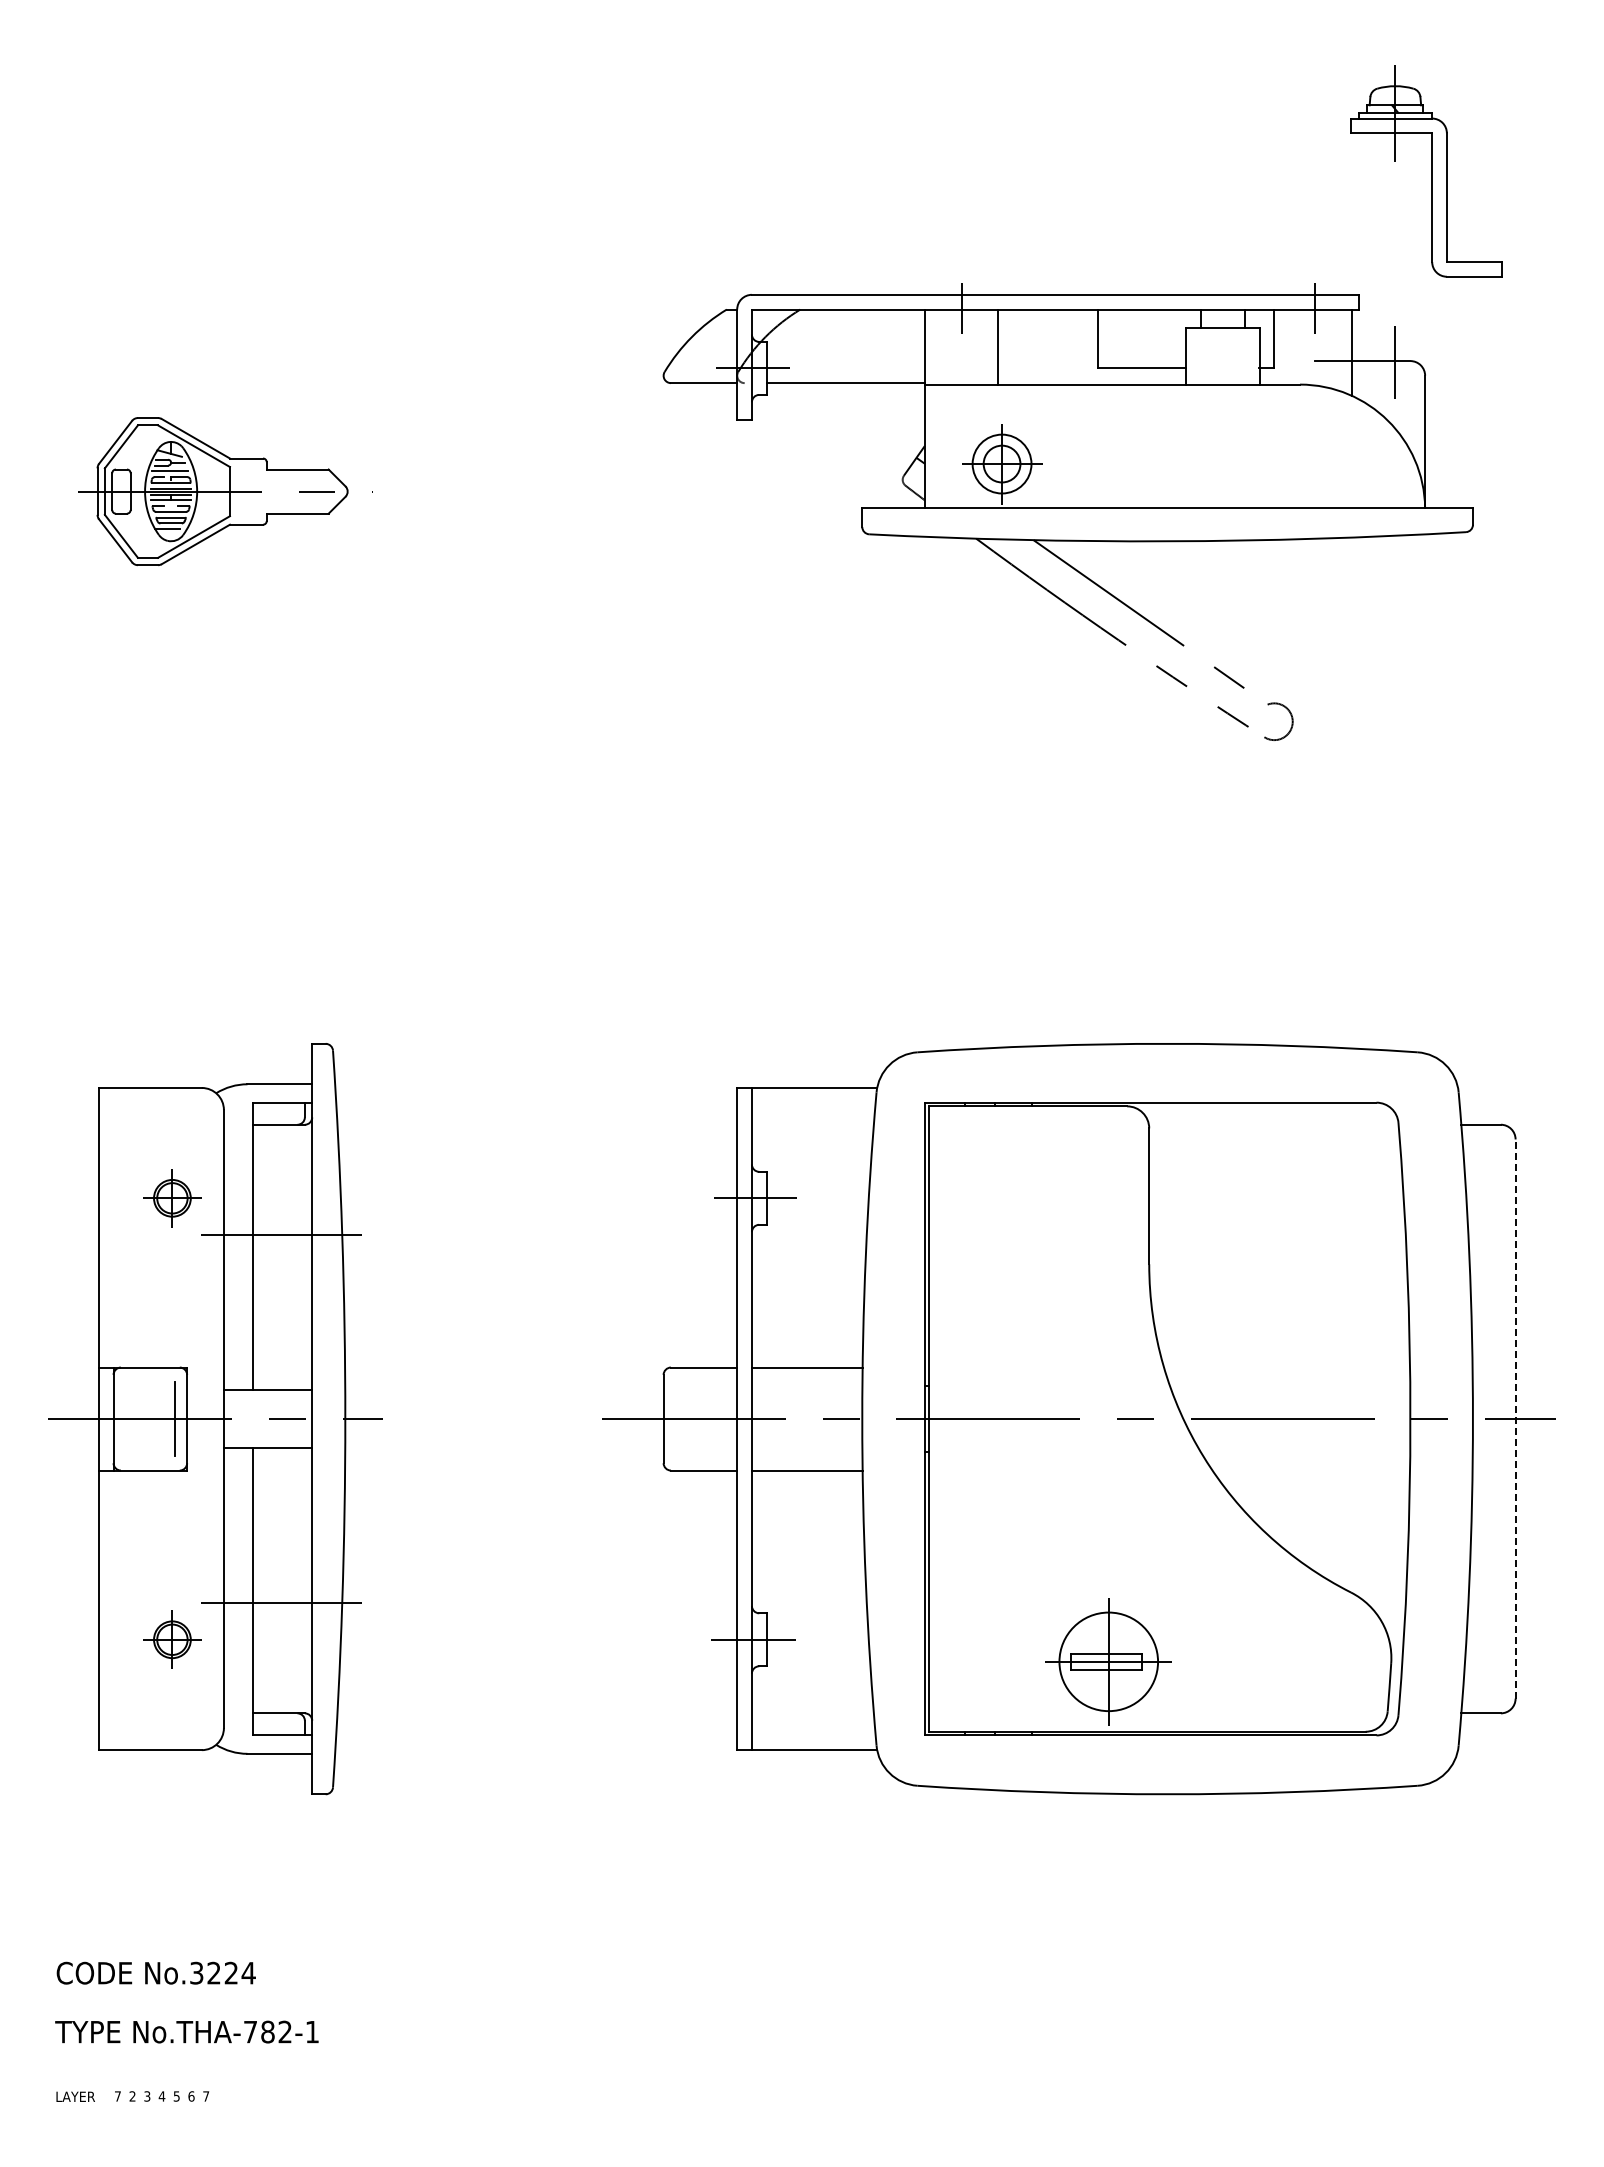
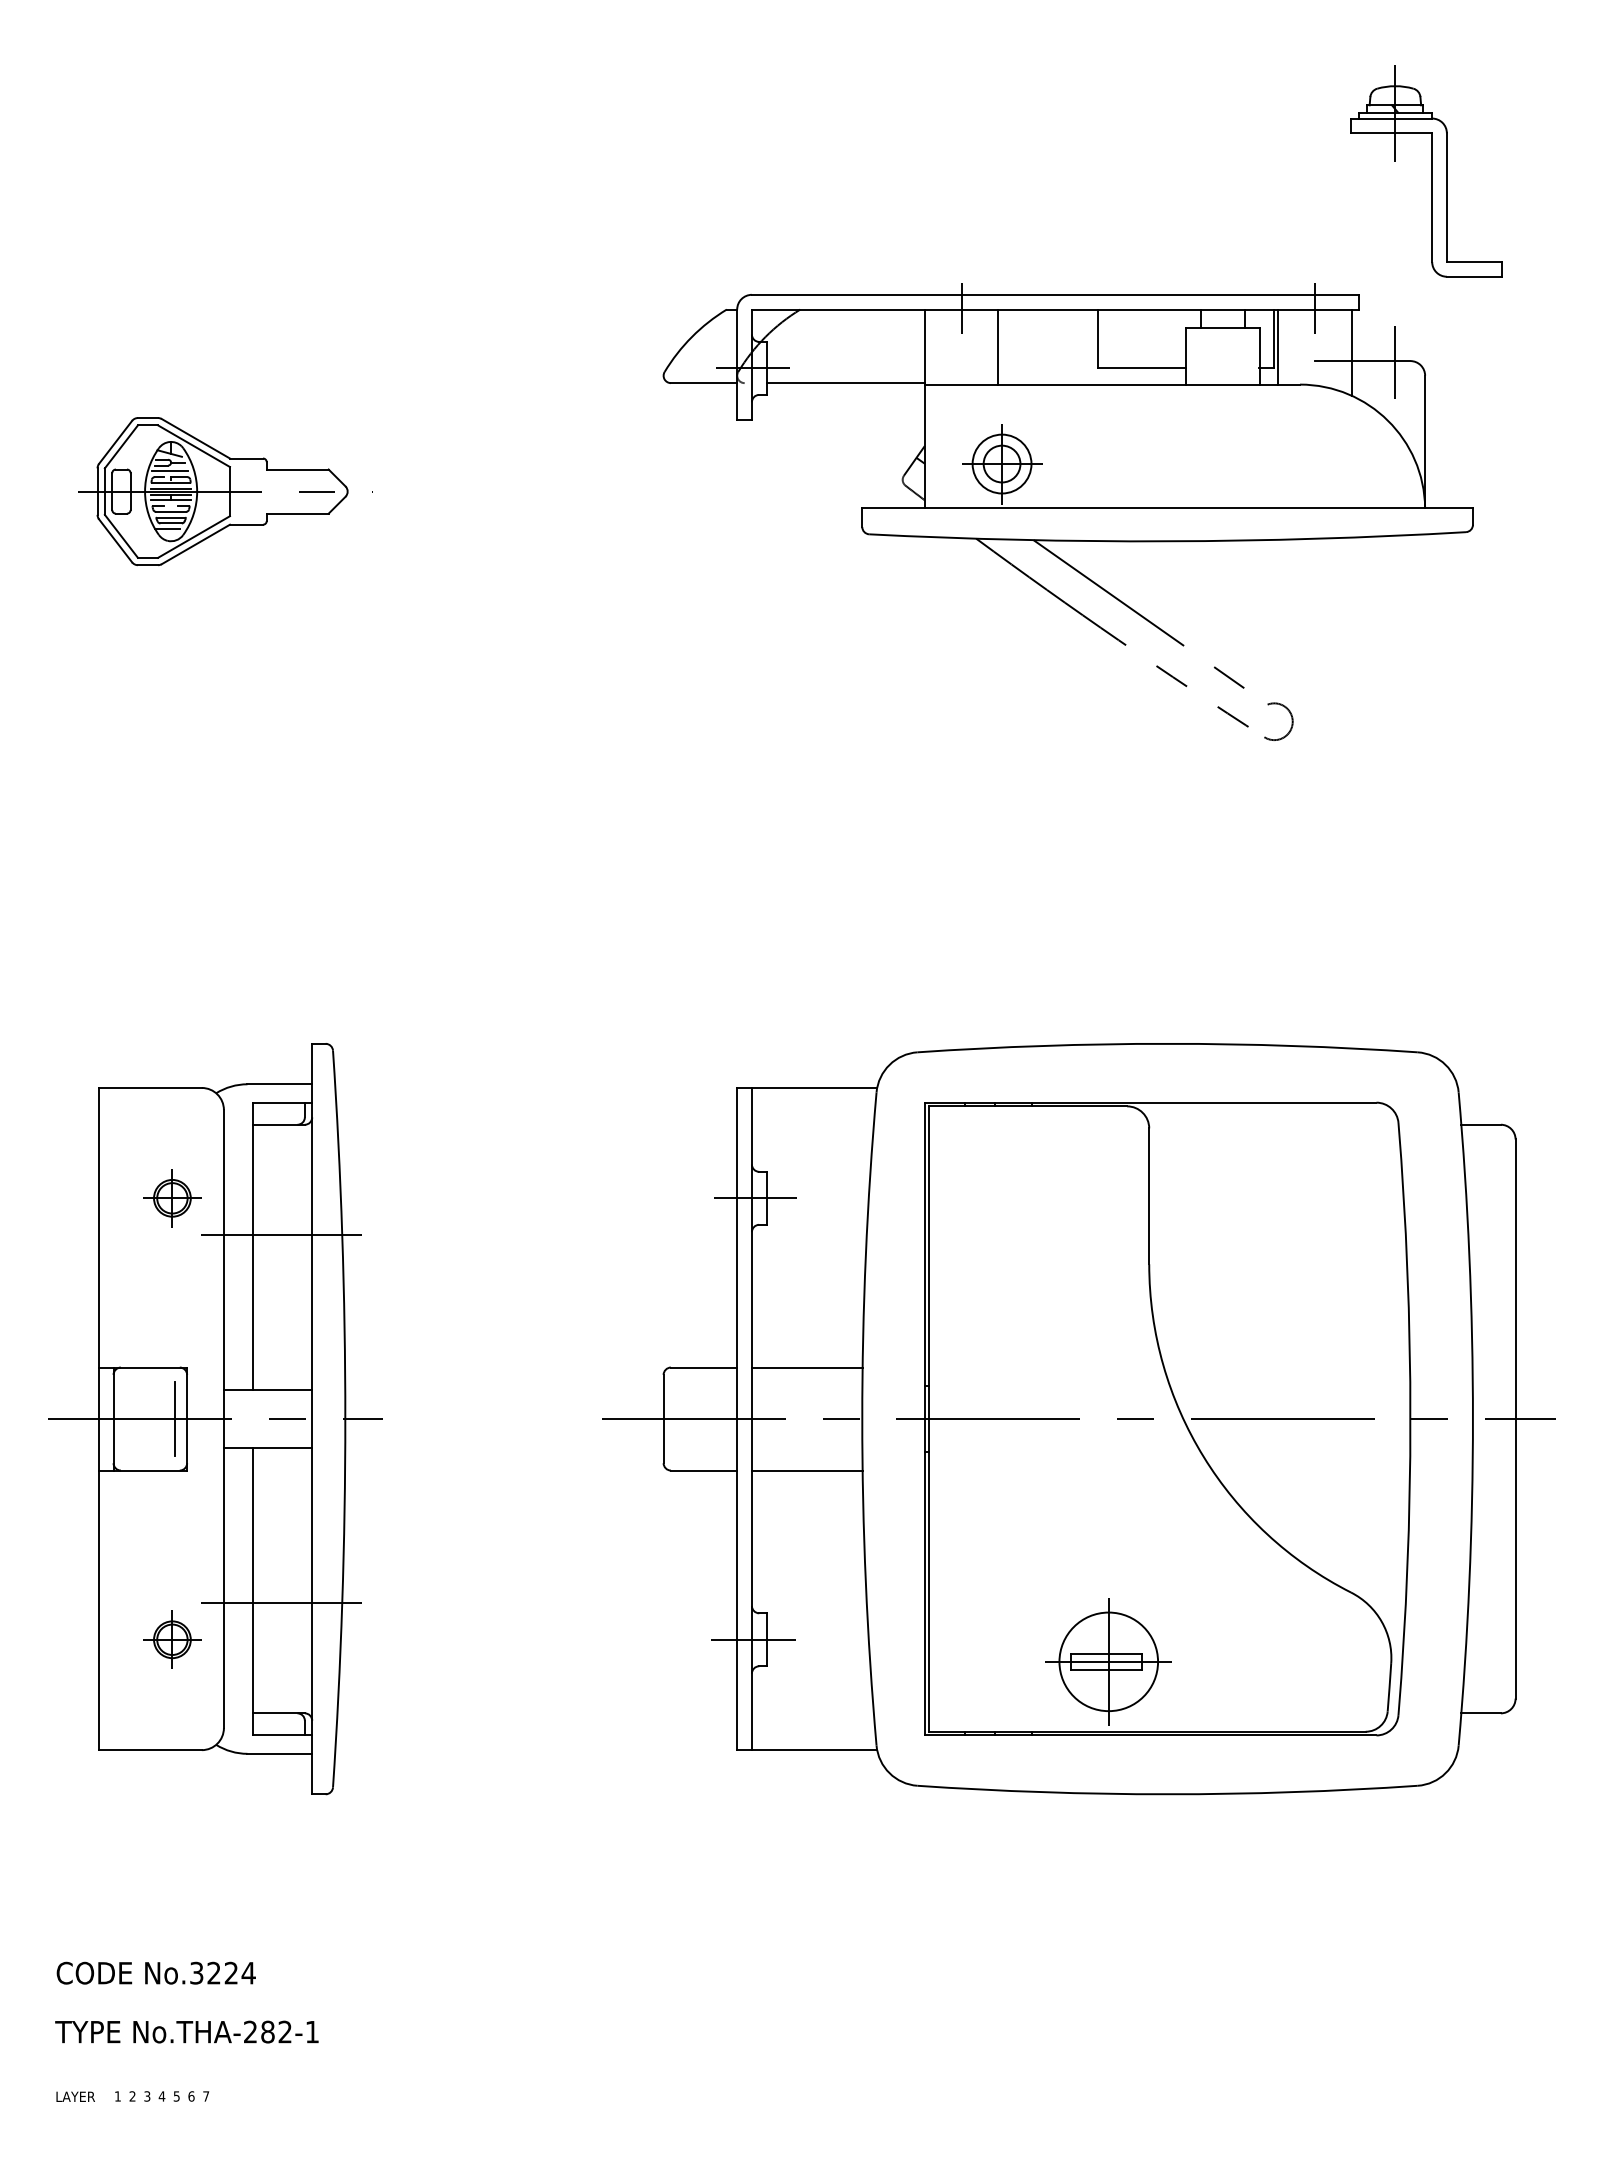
line at (1277, 346): none -> present
line at (1515, 1419): dashed -> solid
text at (250, 2031): No.THA-782-1 -> No.THA-282-1
text at (117, 2096): 7 -> 1
